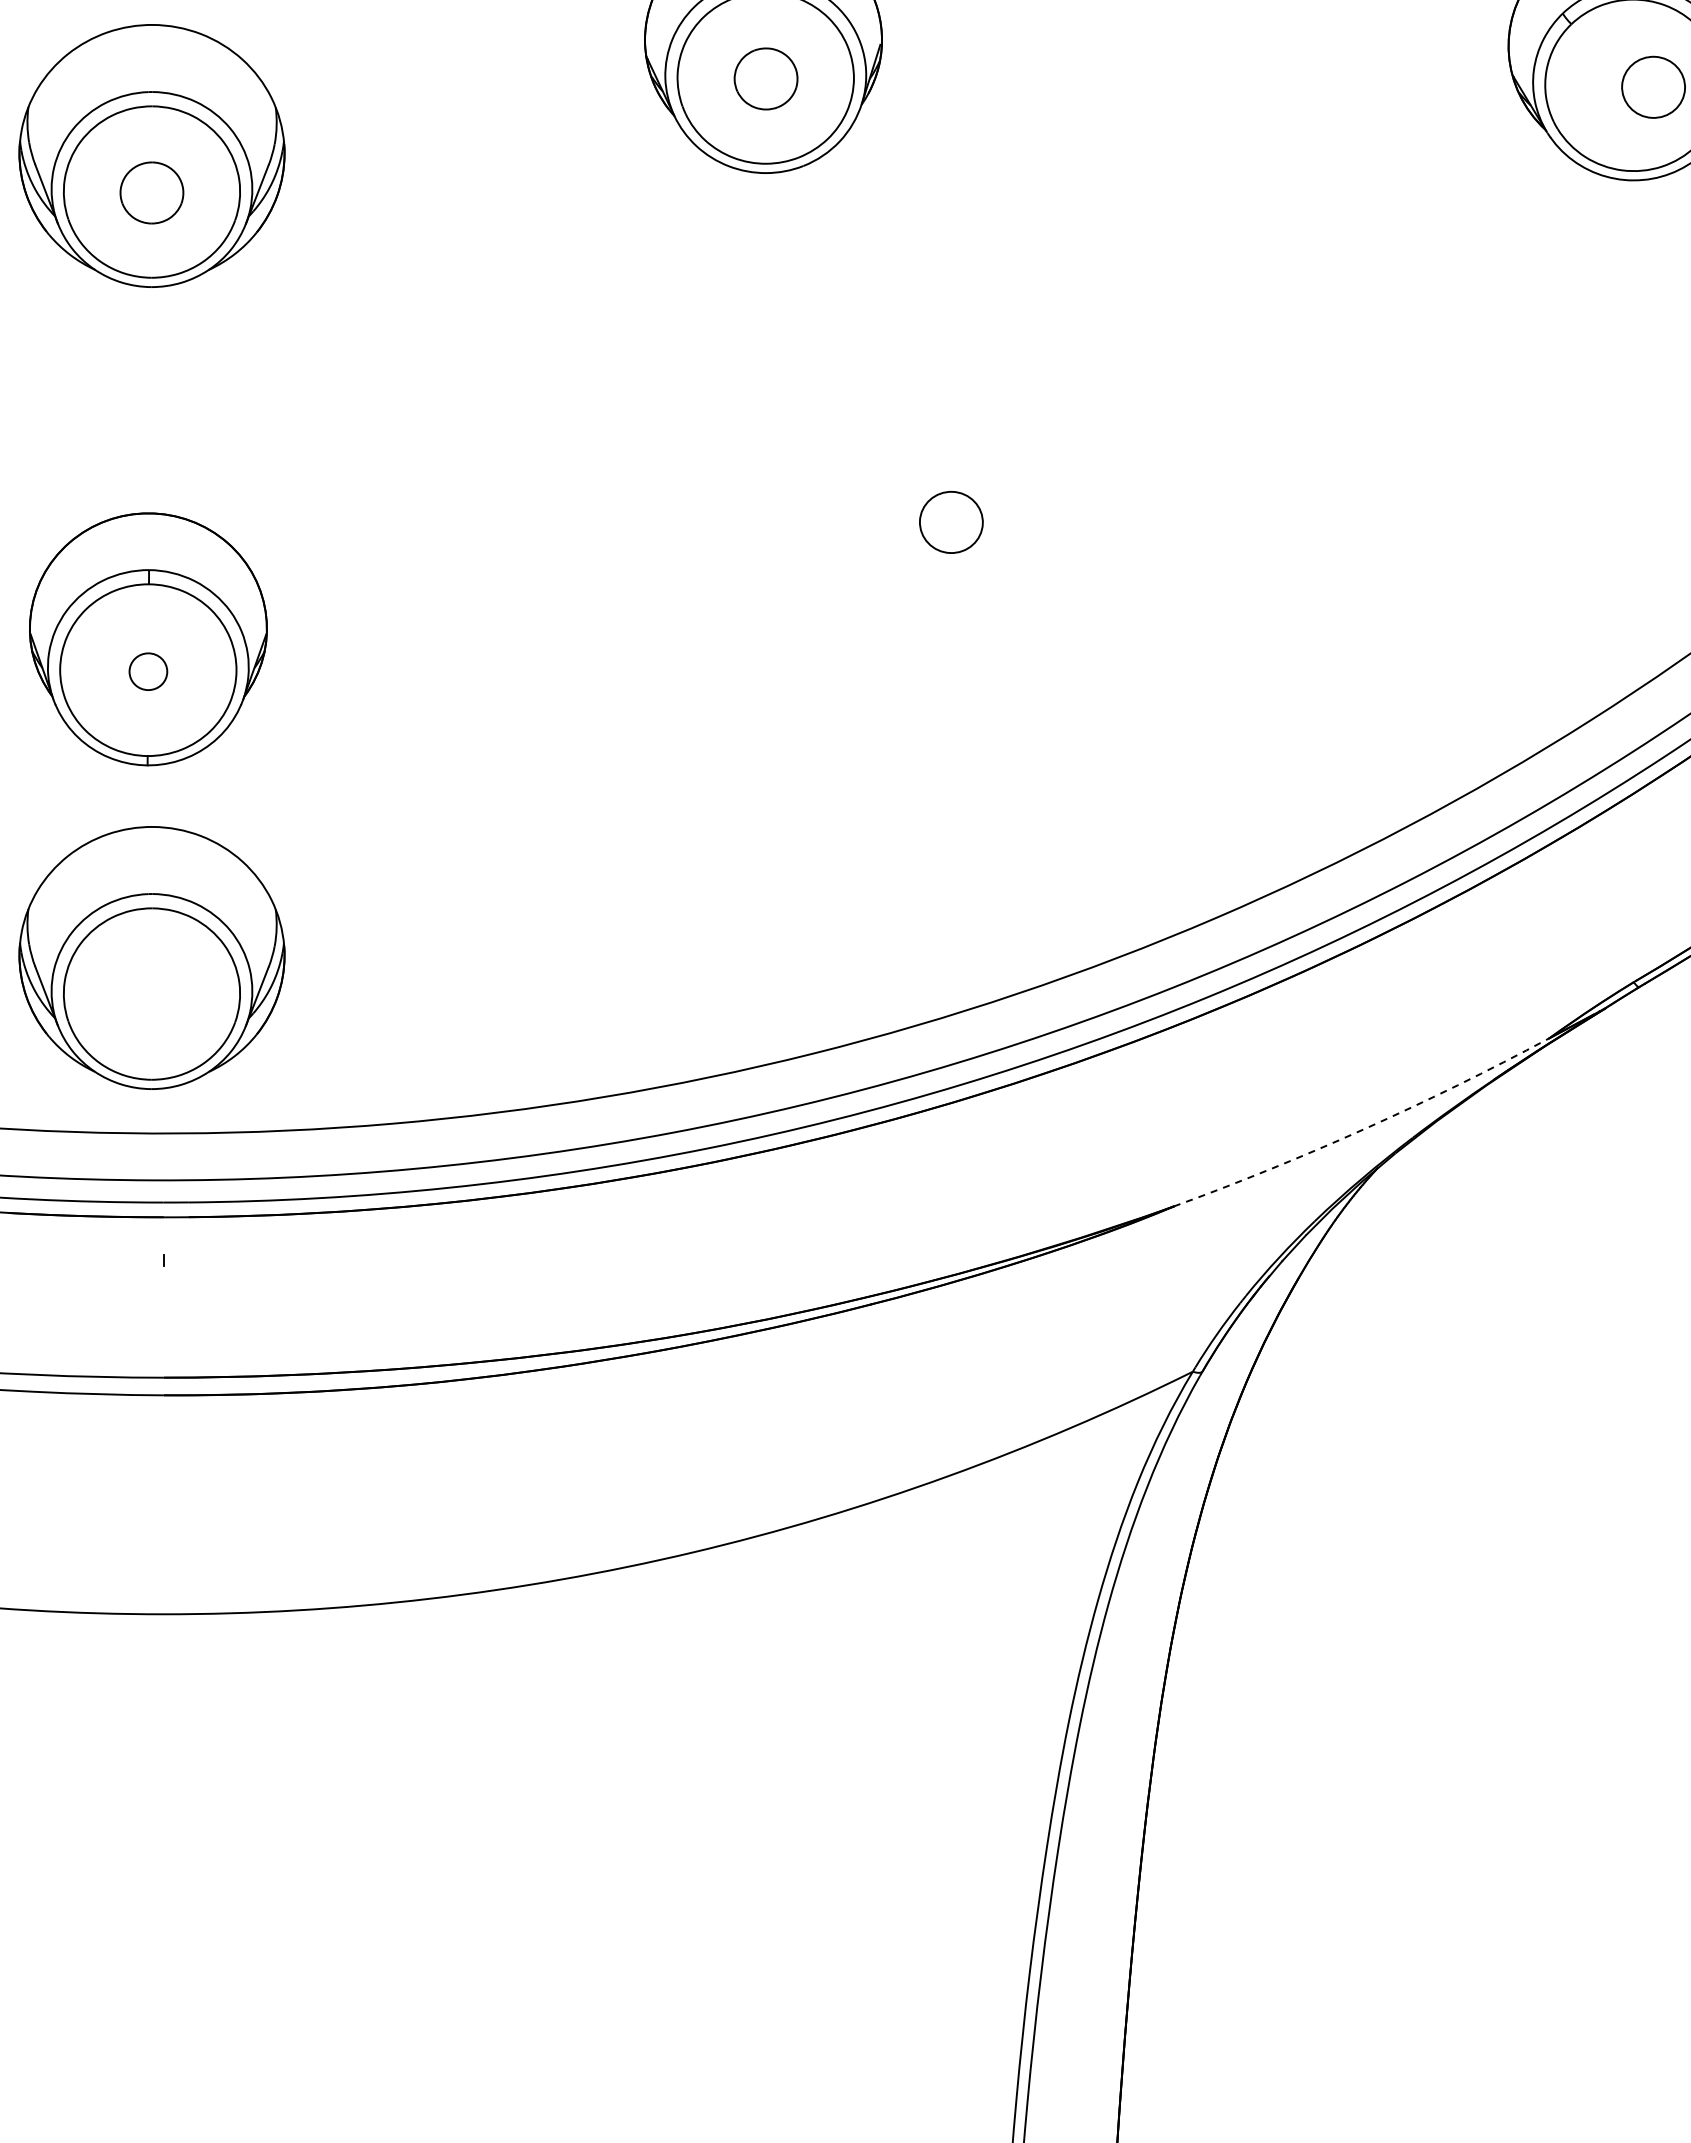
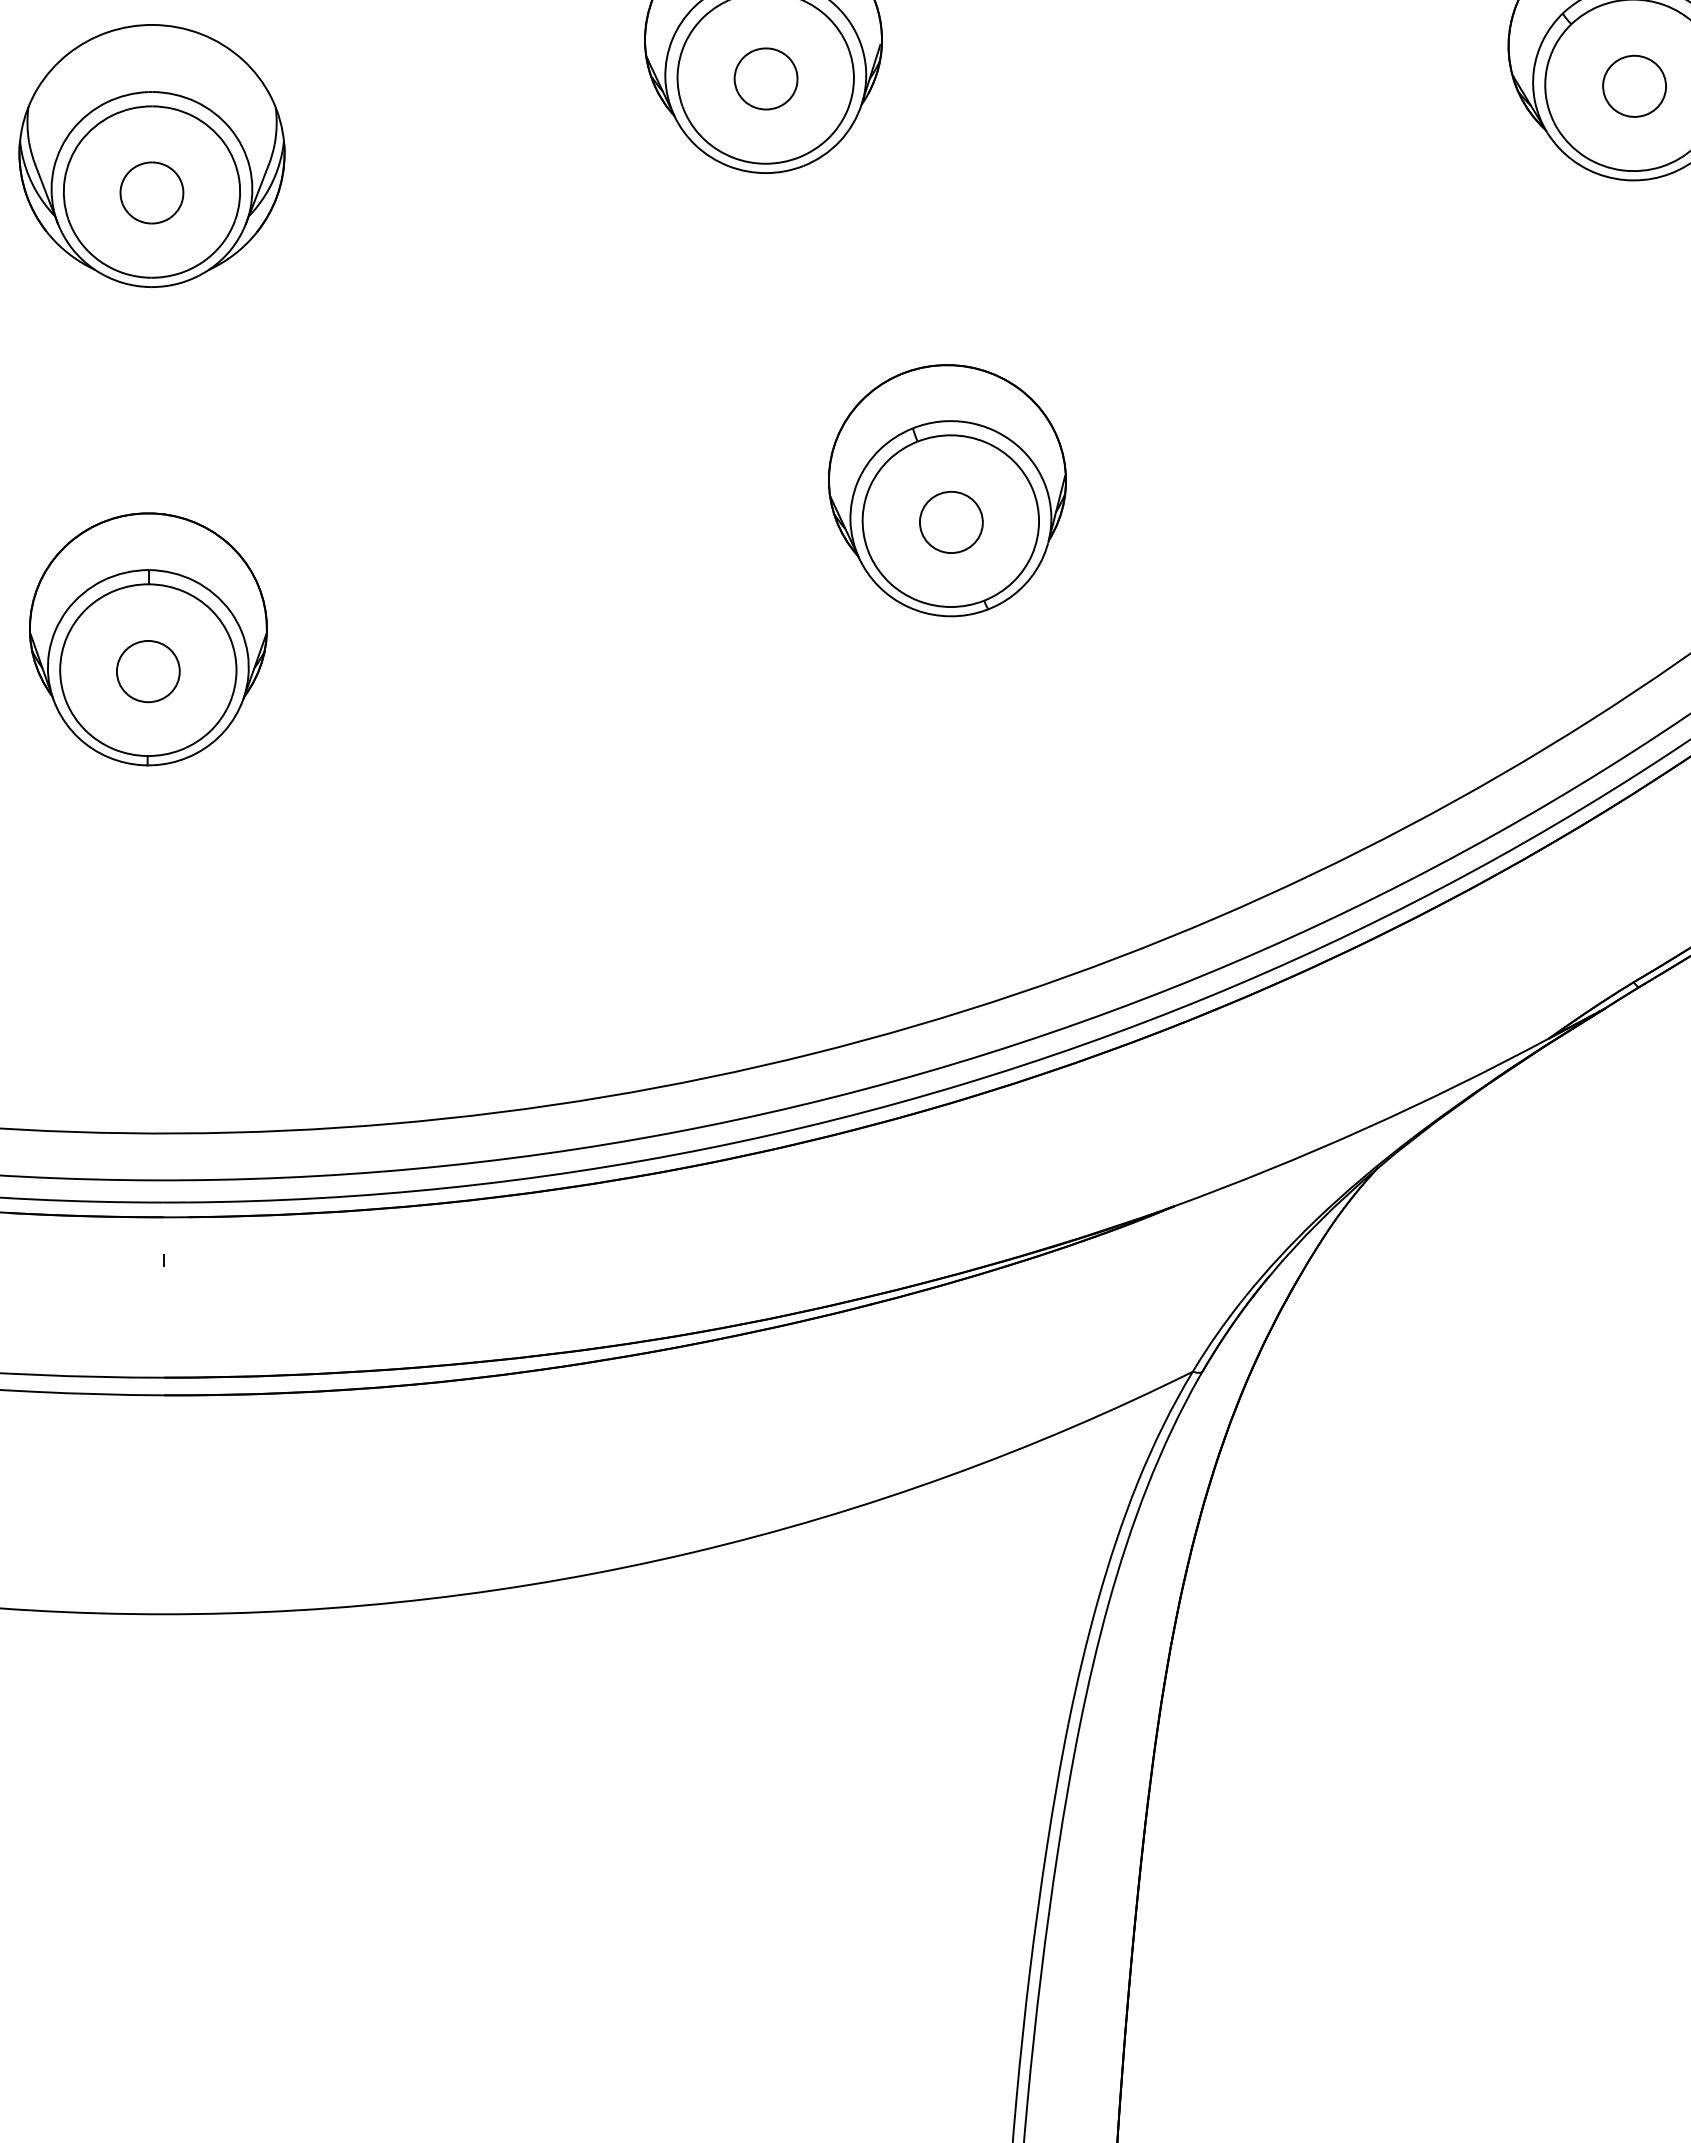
part at (1653, 86) position: (1653, 86) -> (1634, 85)
part at (947, 490): none -> present
part at (148, 671) size: 41x39 px -> 65x64 px
part at (151, 957): present -> none
arc at (1364, 1129): dashed -> solid
